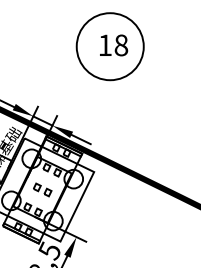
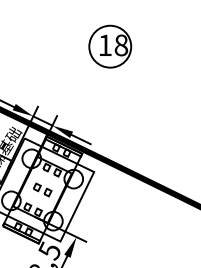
circle at (109, 46) diameter: 67 px -> 42 px
